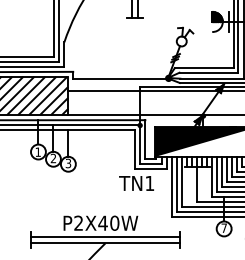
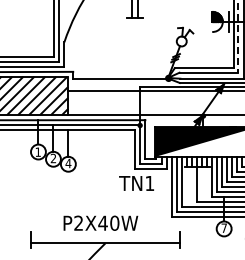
line at (238, 36): solid -> dashed
text at (68, 163): 3 -> 4
line at (105, 237): present -> none
